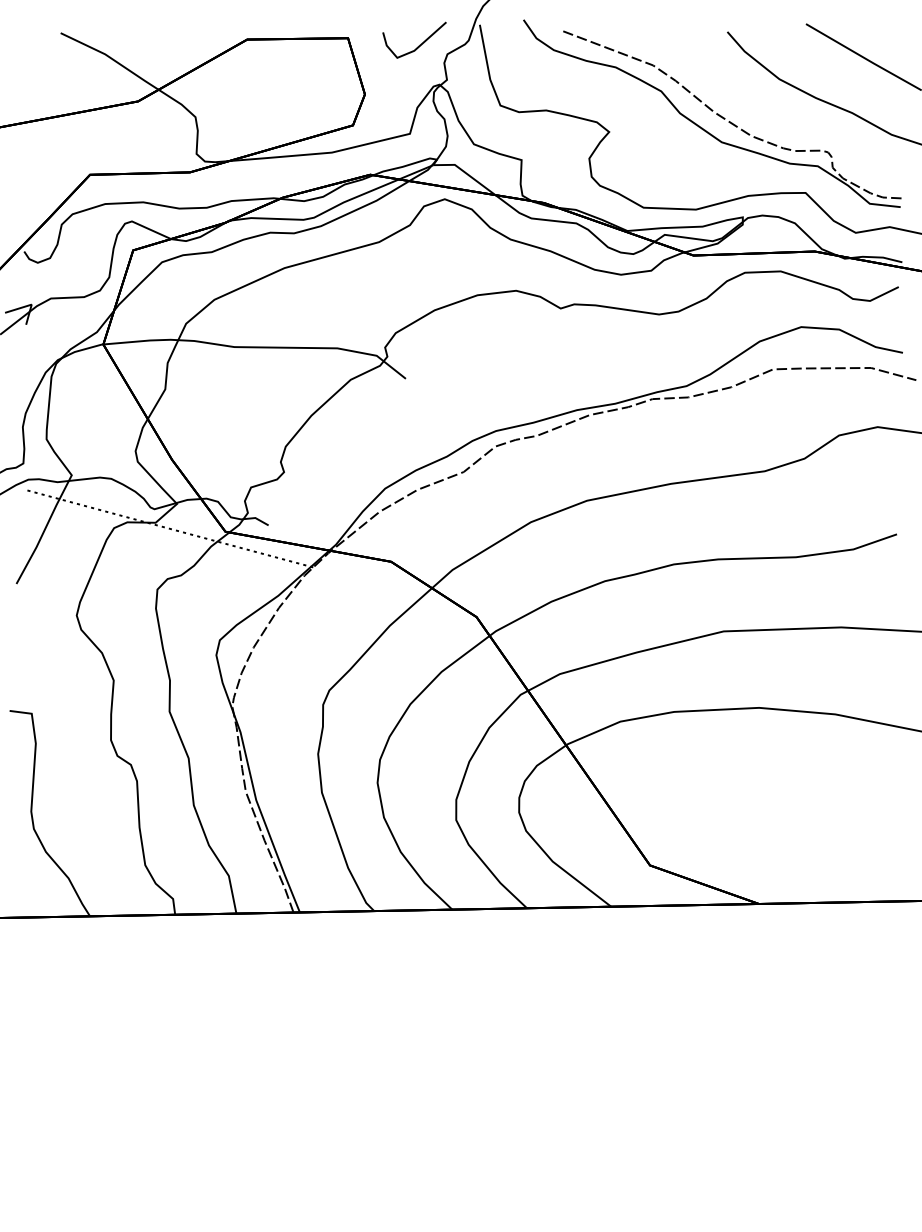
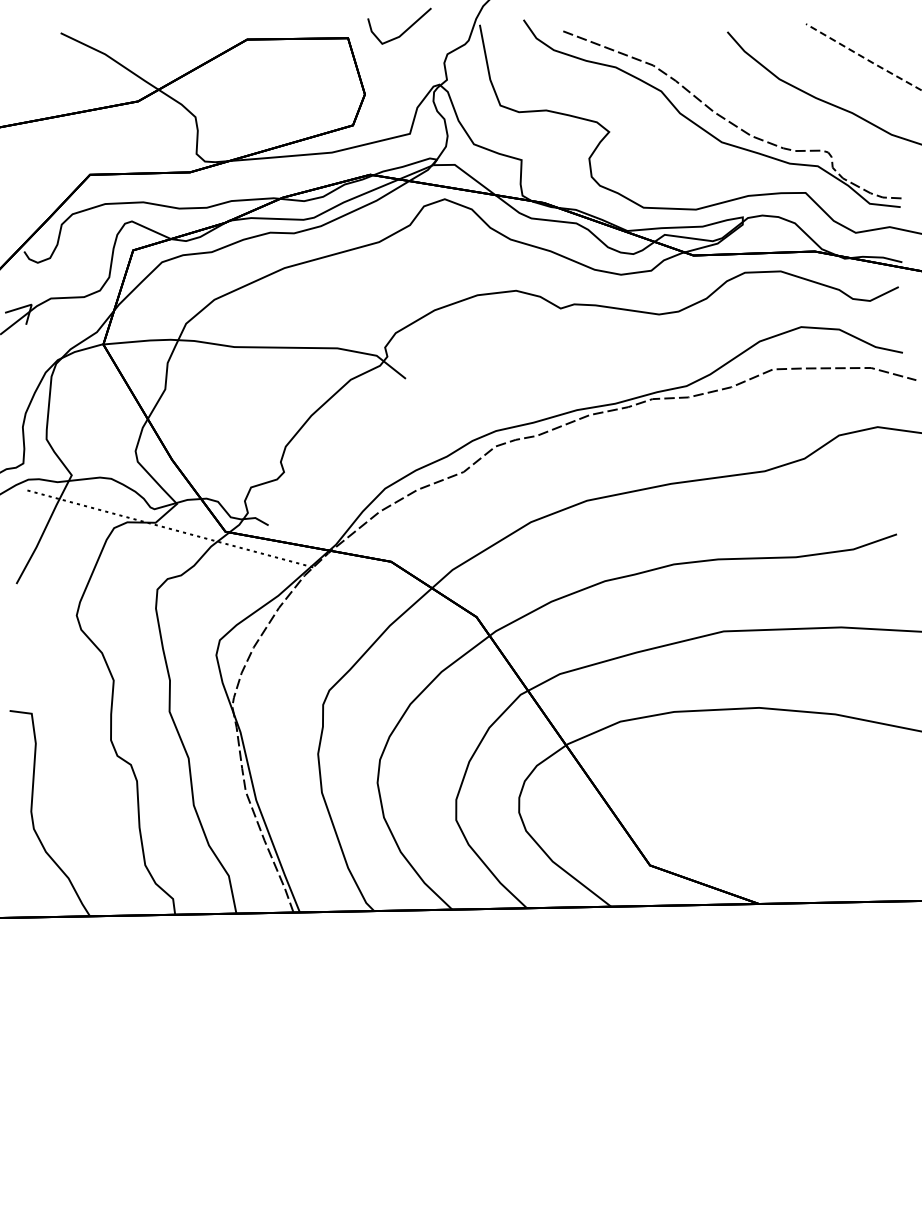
line at (419, 44) position: (419, 44) -> (404, 30)
line at (863, 57): solid -> dashed
